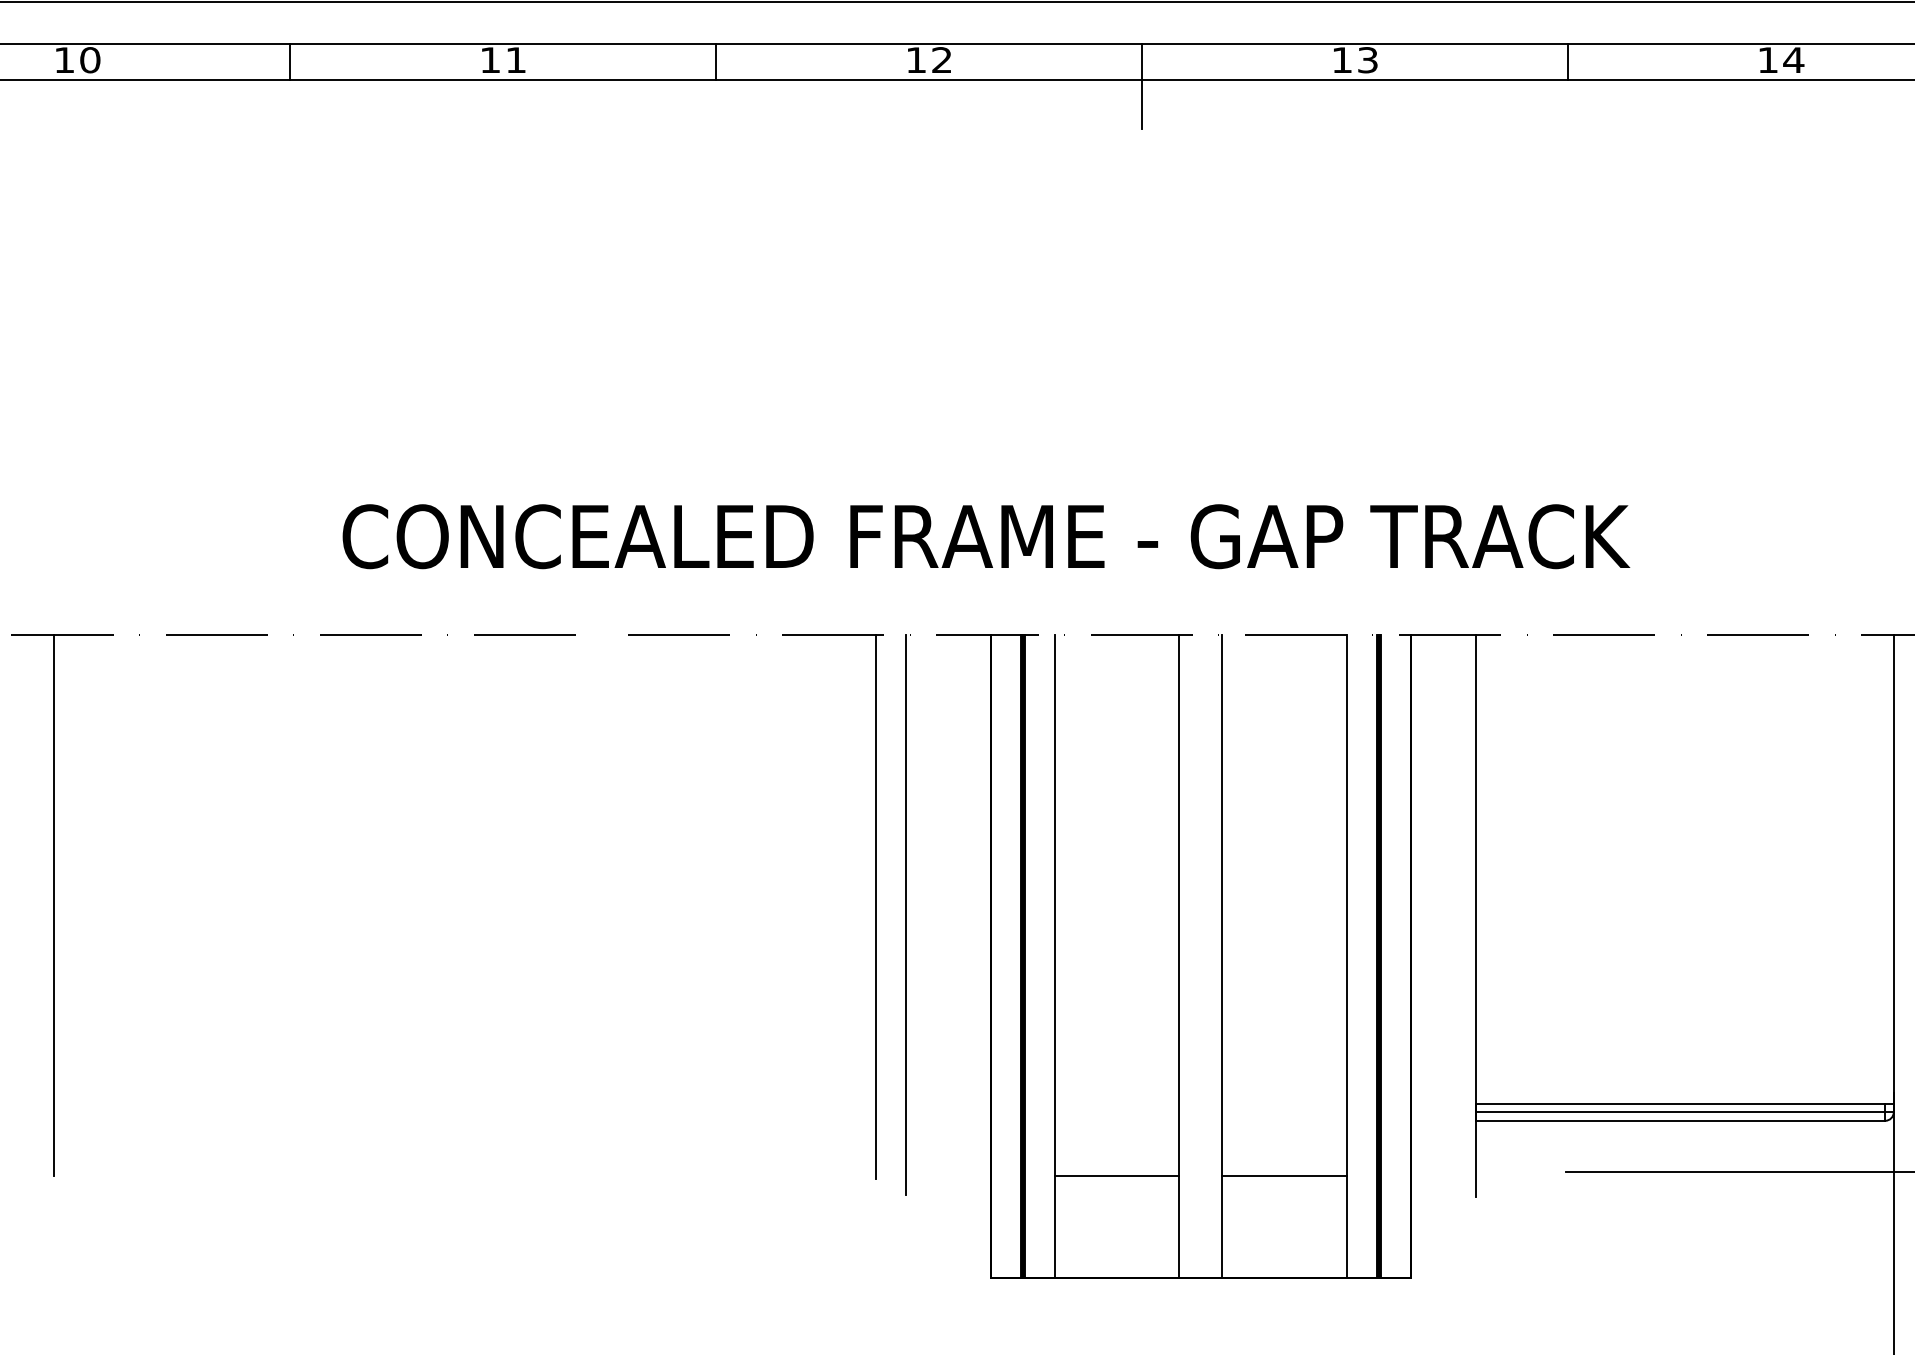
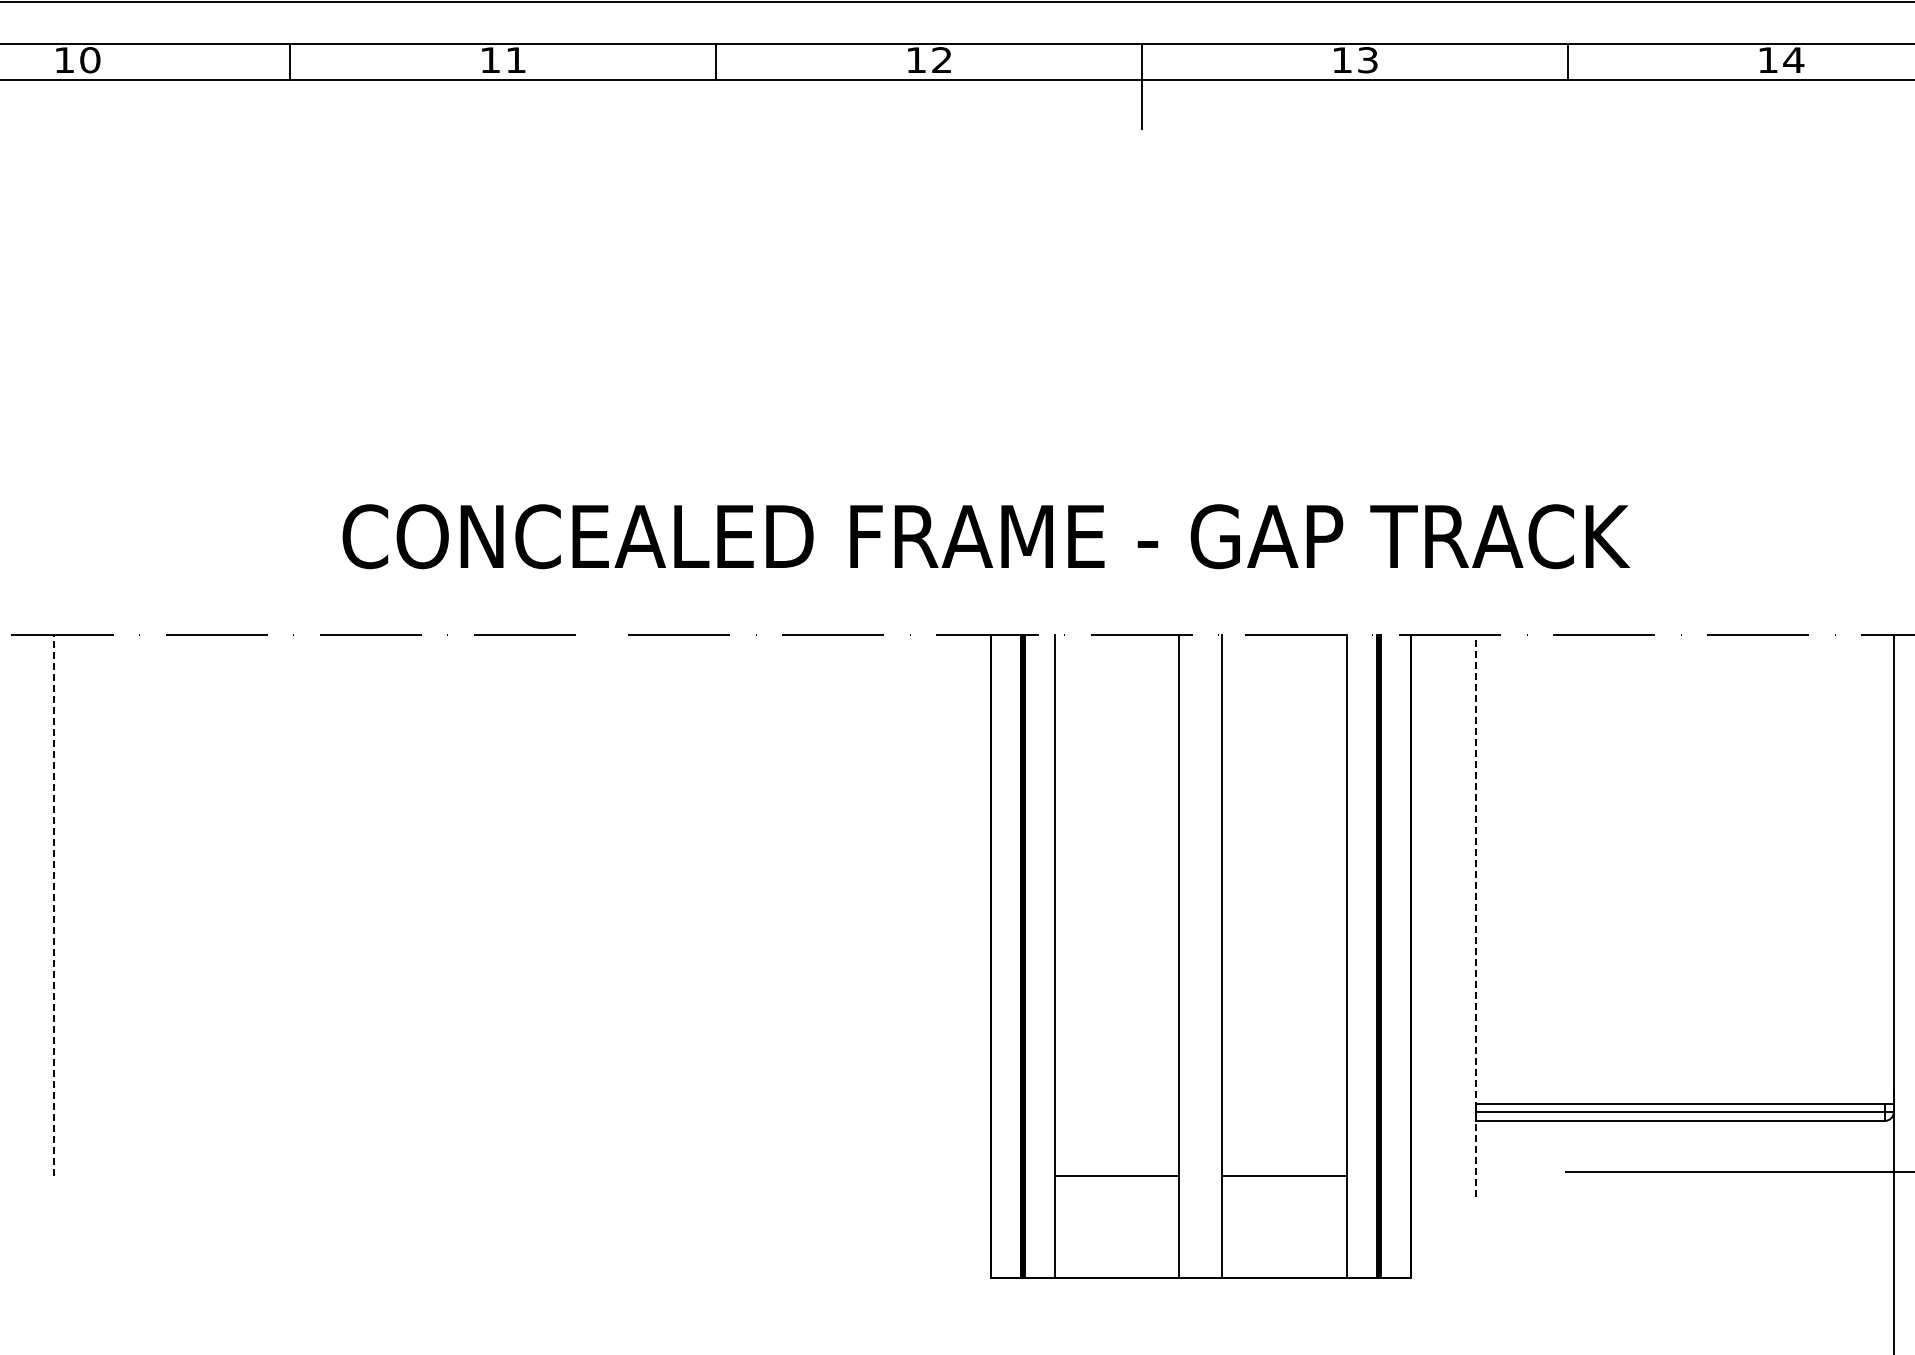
line at (53, 905): solid -> dashed
line at (875, 906): present -> none
line at (905, 914): present -> none
line at (1476, 915): solid -> dashed
